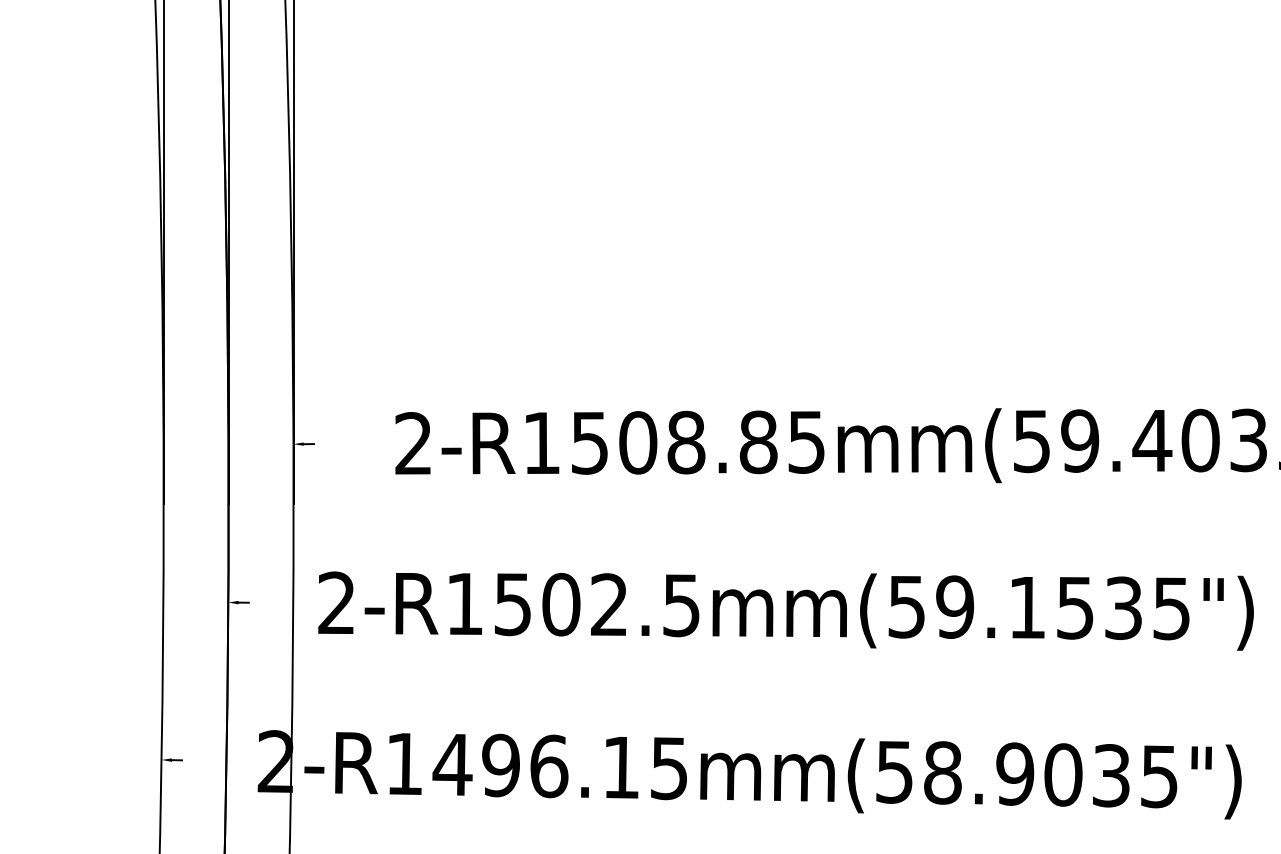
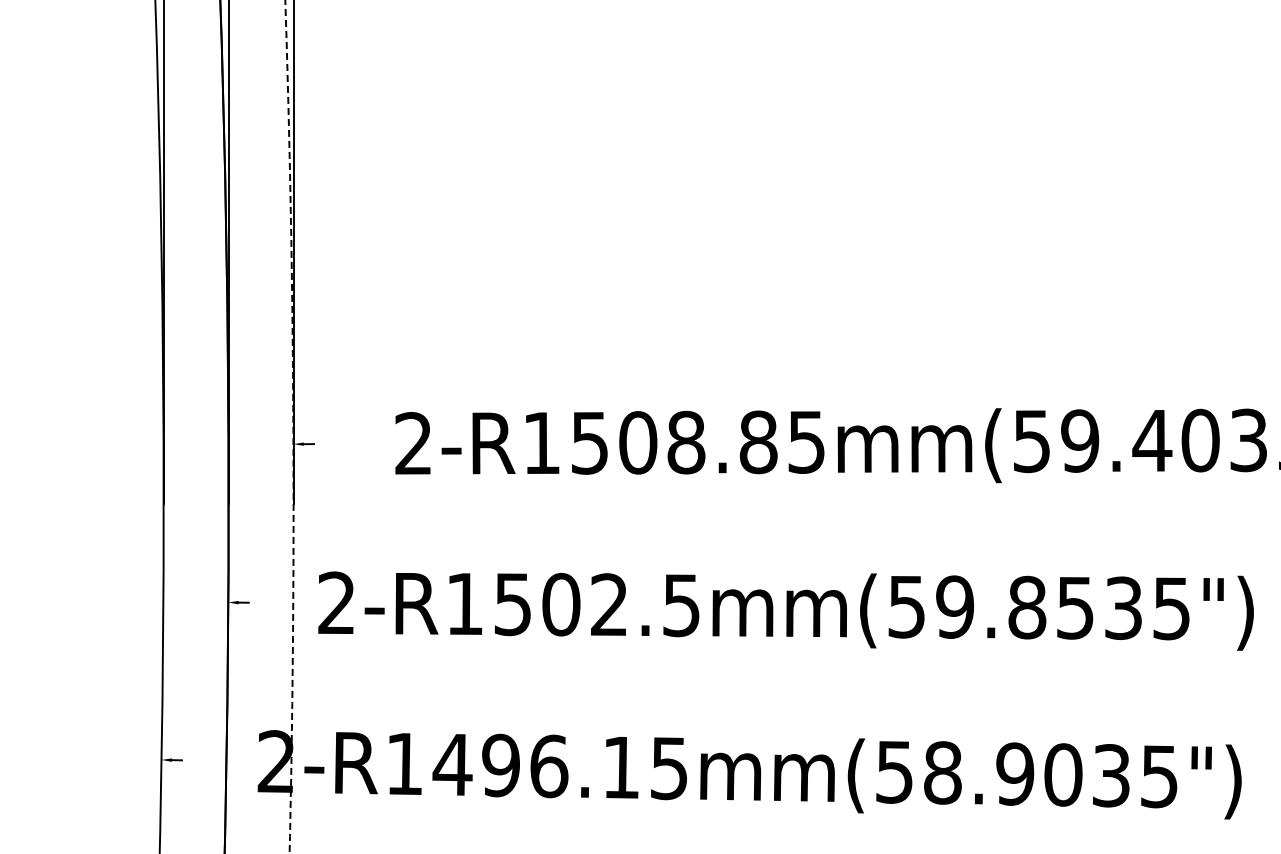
arc at (293, 426): solid -> dashed
text at (1027, 607): 2-R1502.5mm(59.1535") -> 2-R1502.5mm(59.8535")
